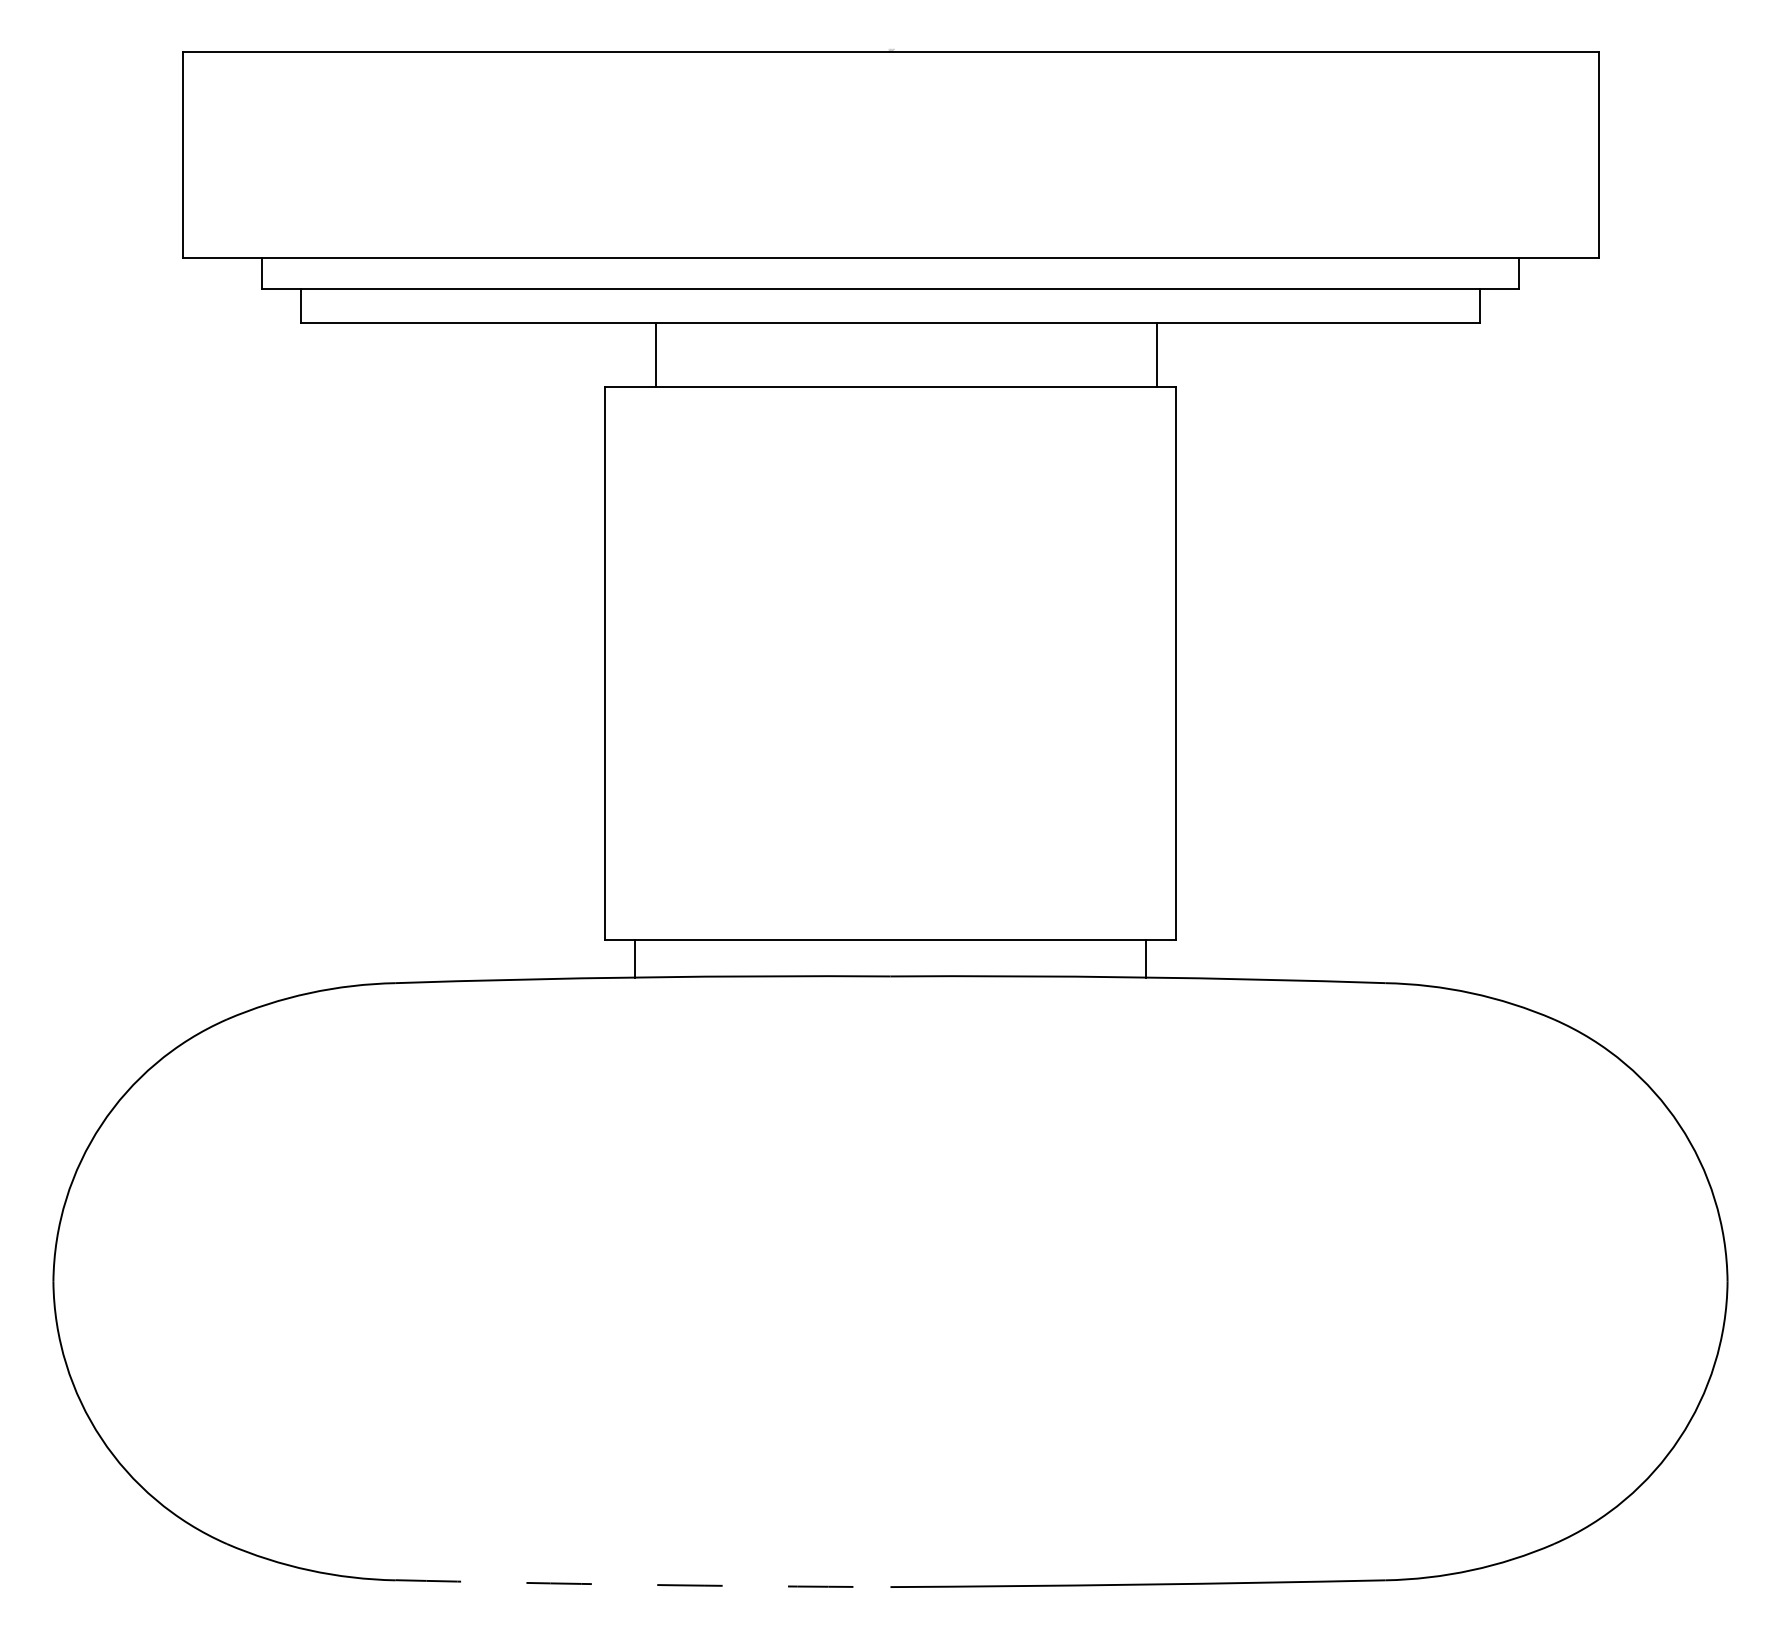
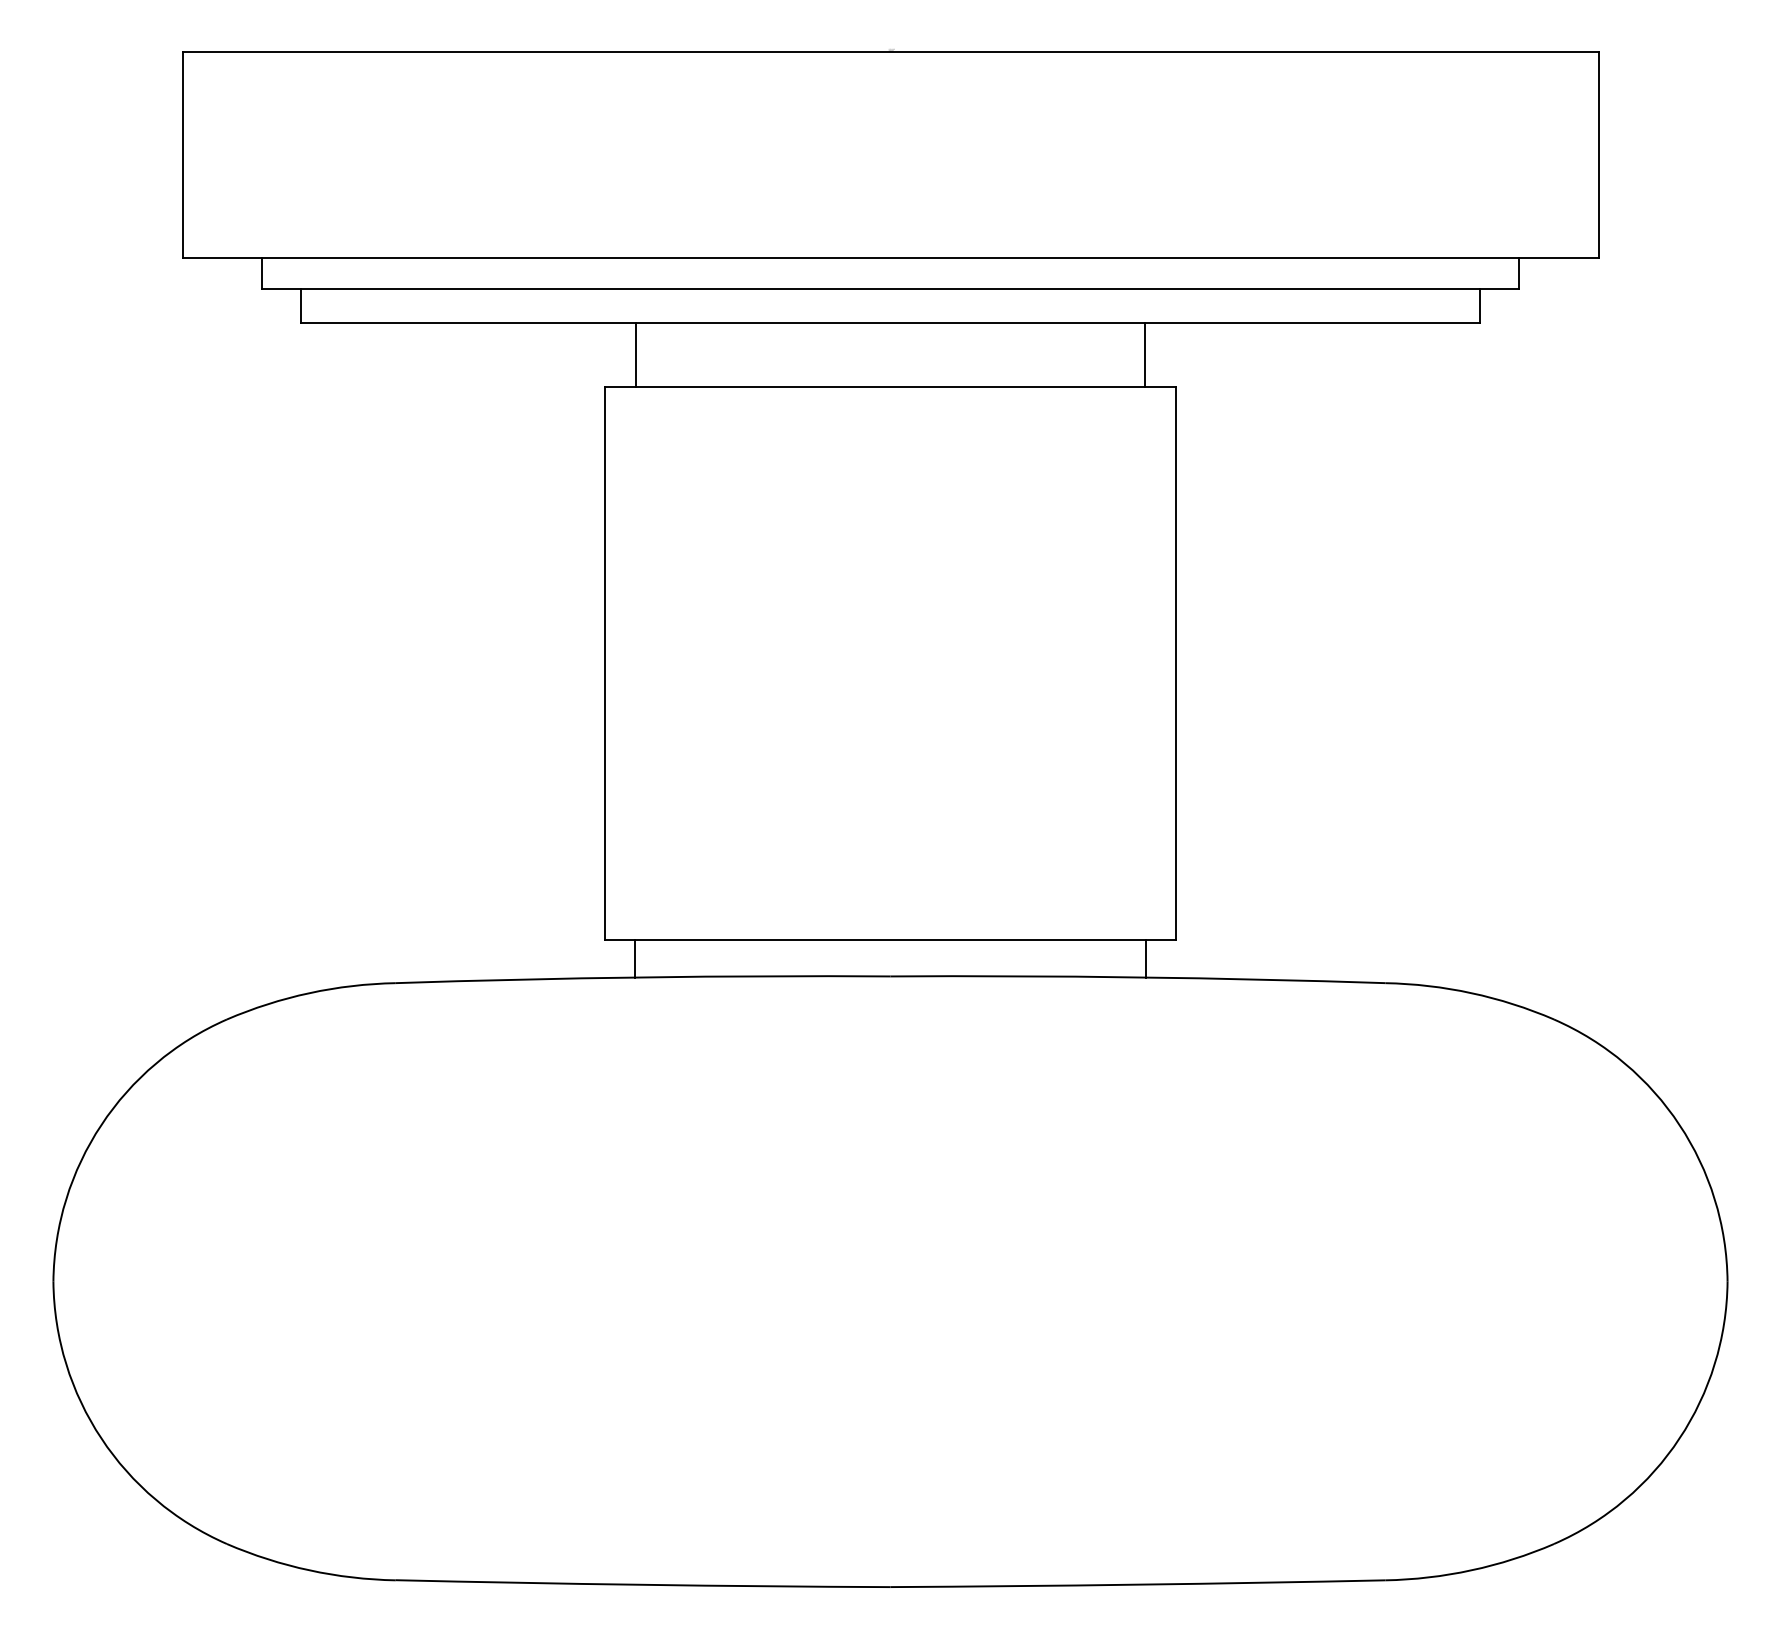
line at (655, 354) position: (655, 354) -> (635, 354)
line at (1157, 354) position: (1157, 354) -> (1145, 354)
arc at (643, 1584): dashed -> solid
